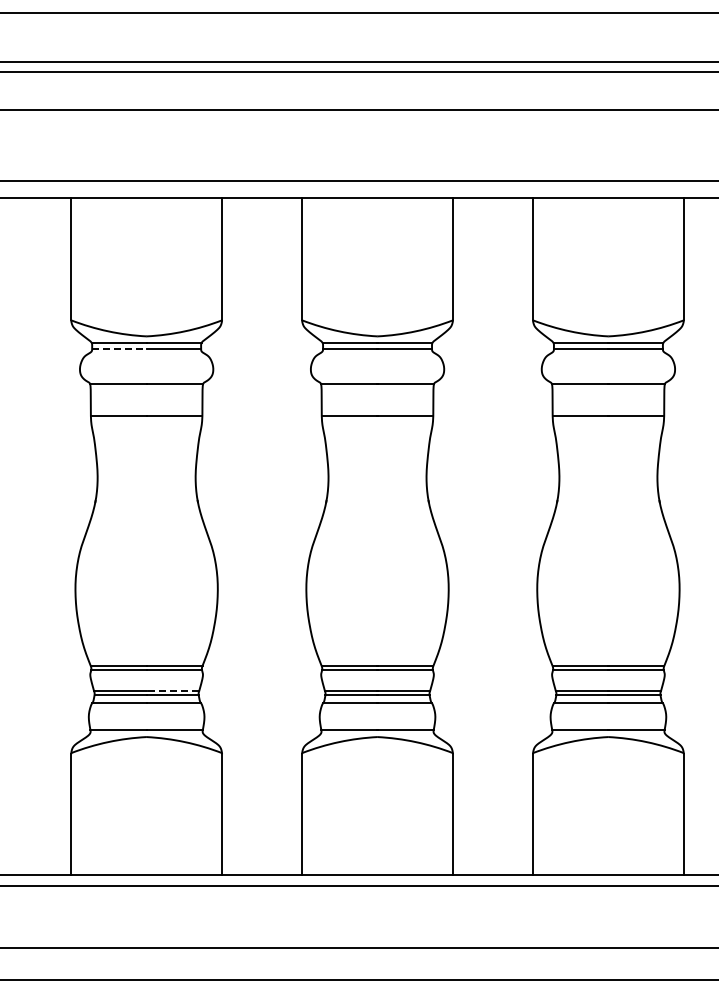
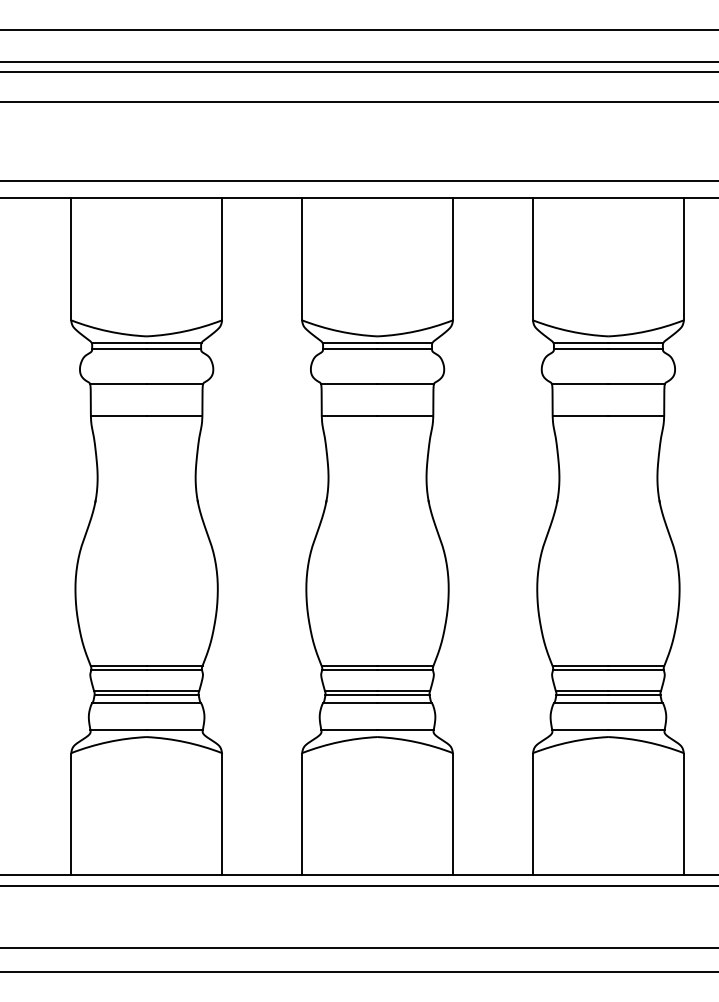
line at (358, 13) position: (358, 13) -> (358, 30)
line at (358, 109) position: (358, 109) -> (358, 101)
line at (119, 349): dashed -> solid
line at (172, 690): dashed -> solid
line at (358, 979) position: (358, 979) -> (358, 971)
